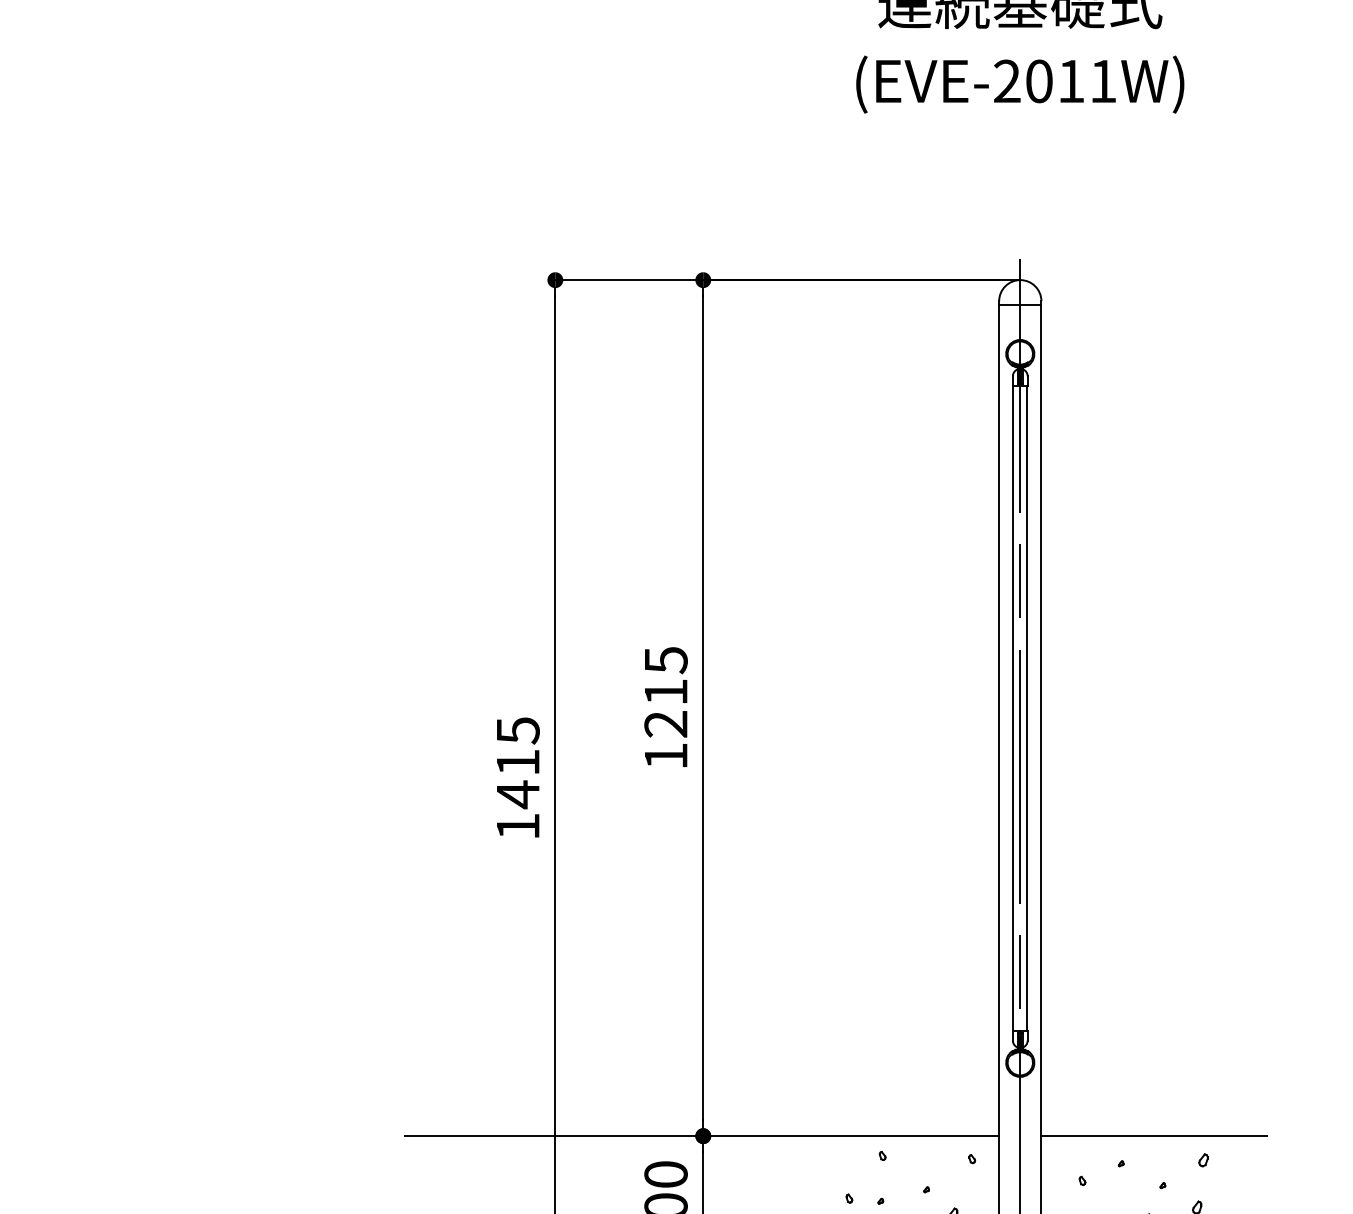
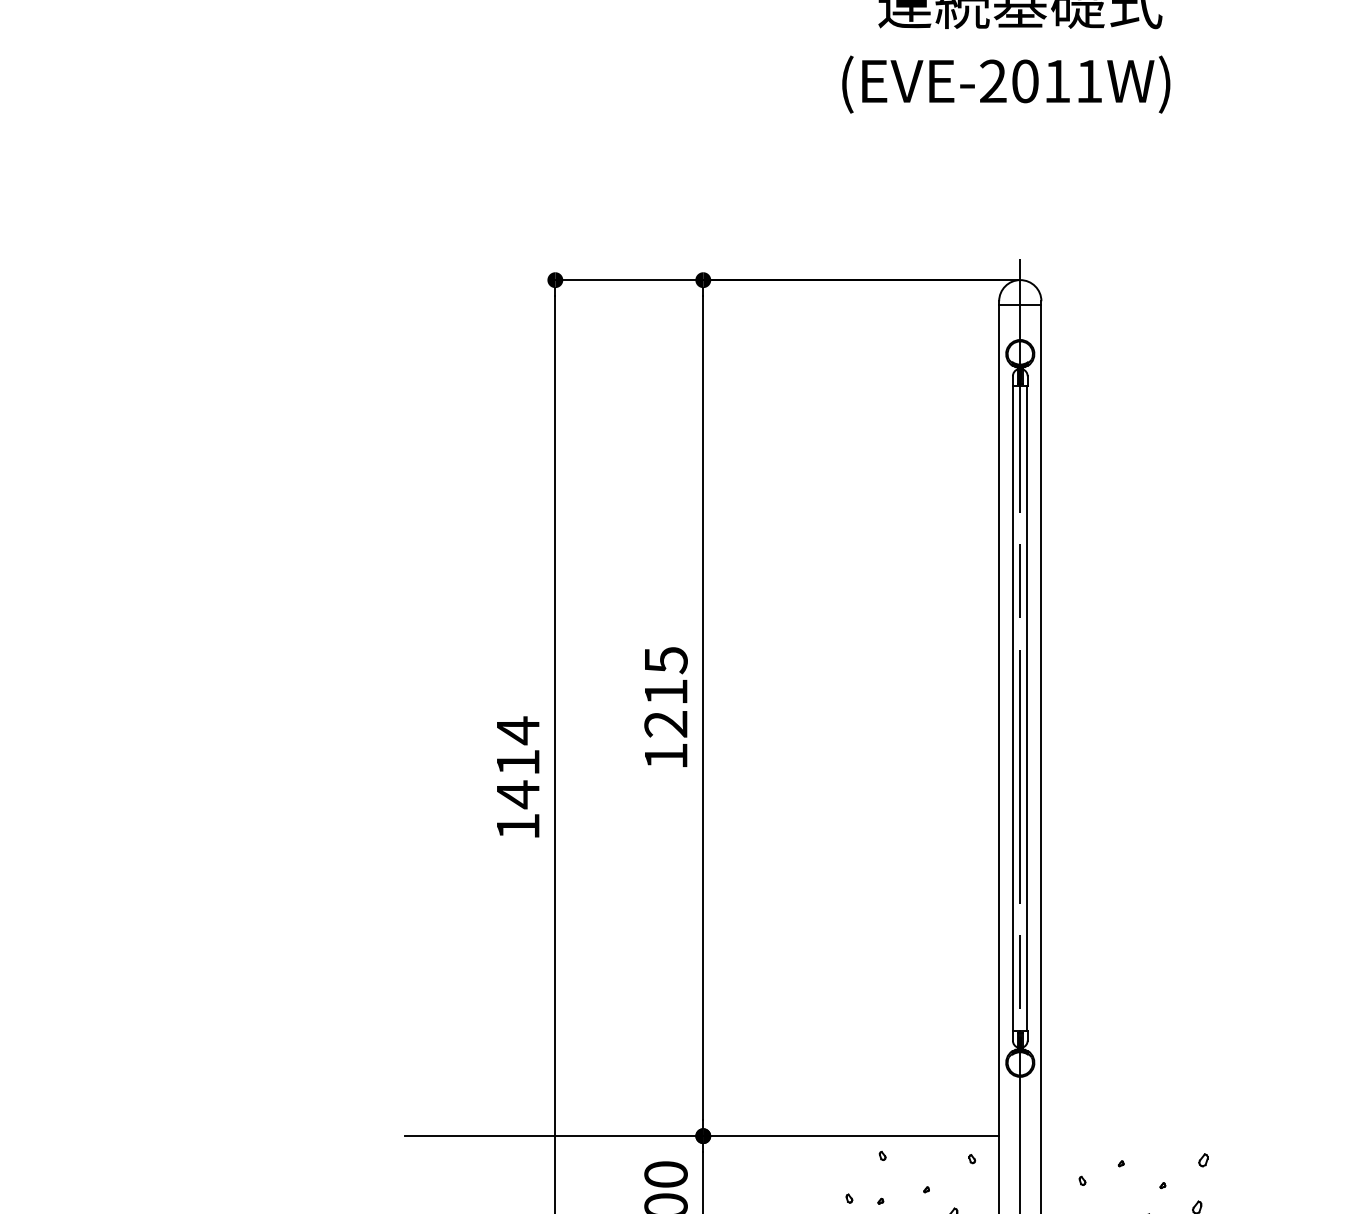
text at (1020, 84) position: (1020, 84) -> (1006, 84)
text at (518, 730): 1415 -> 1414
line at (1153, 1136): present -> none
